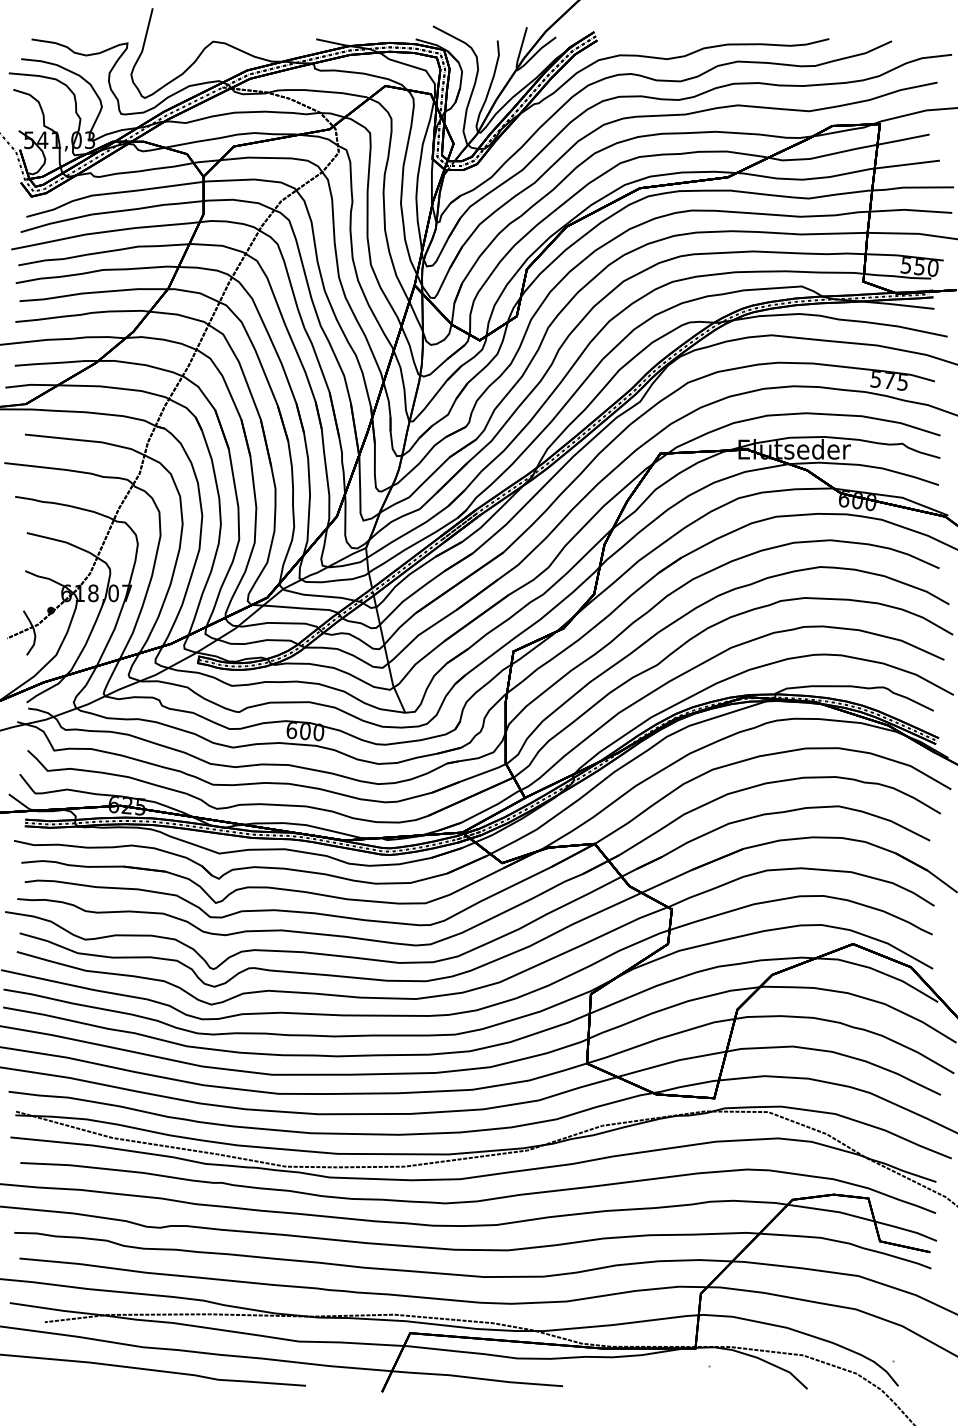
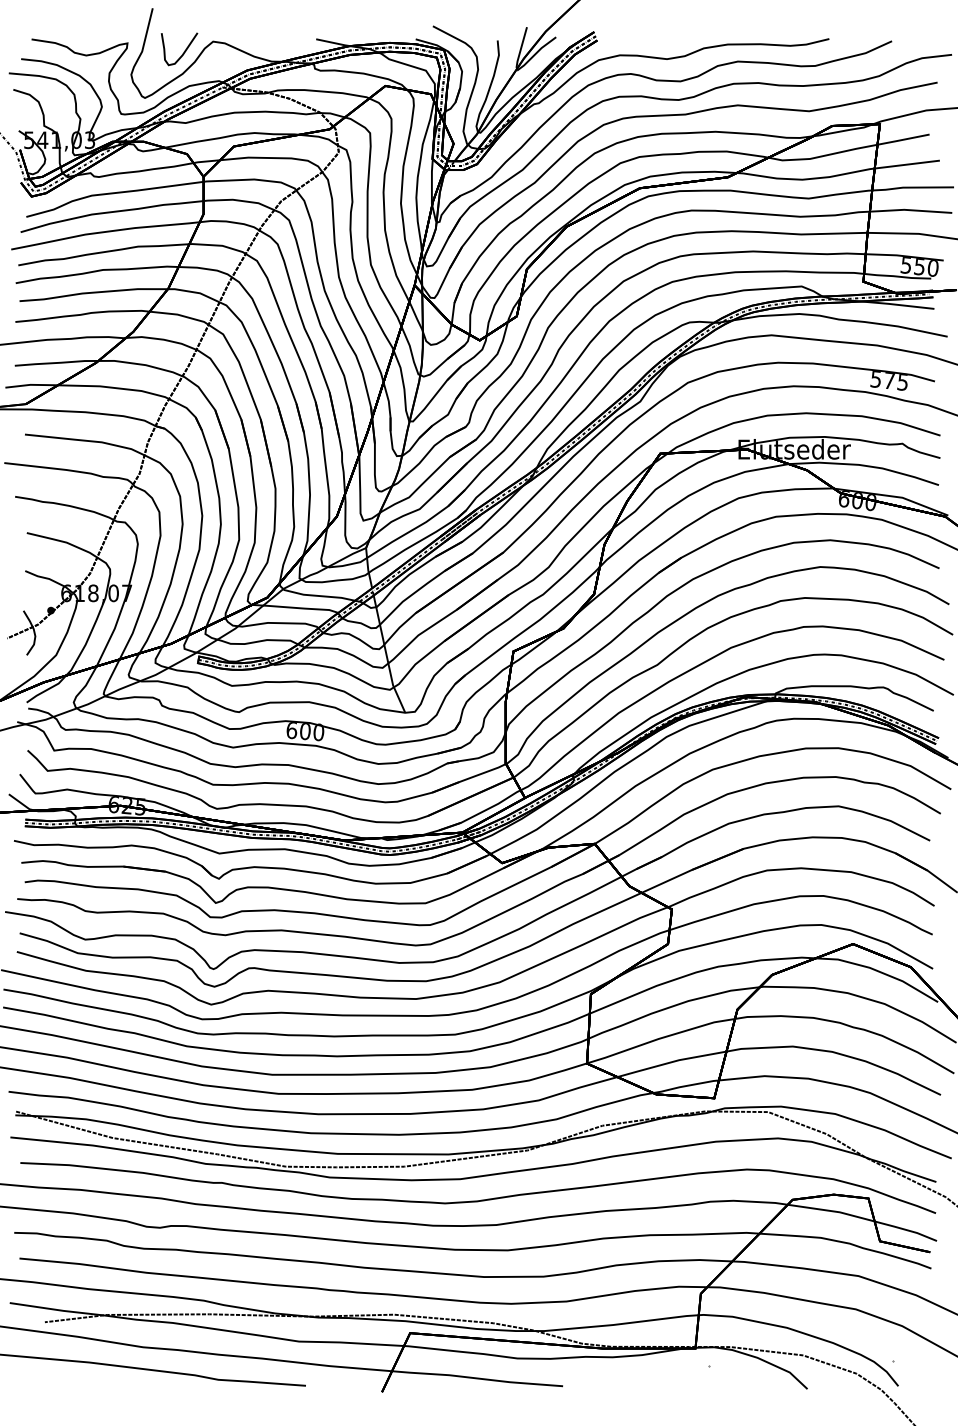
curve at (183, 52): none -> present
